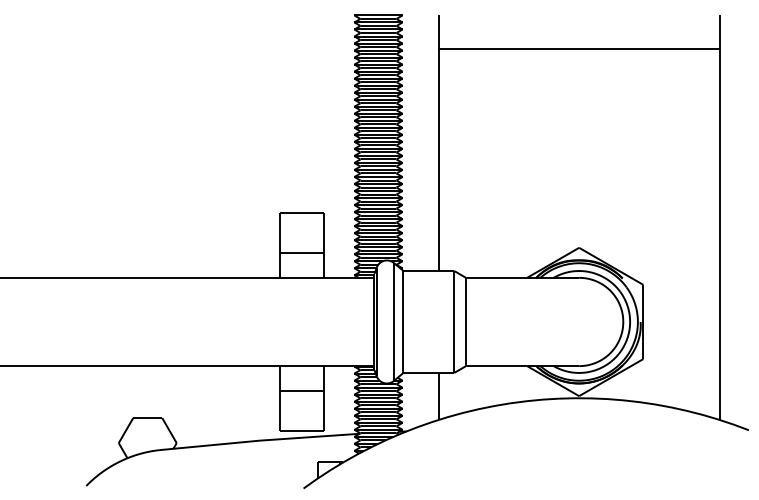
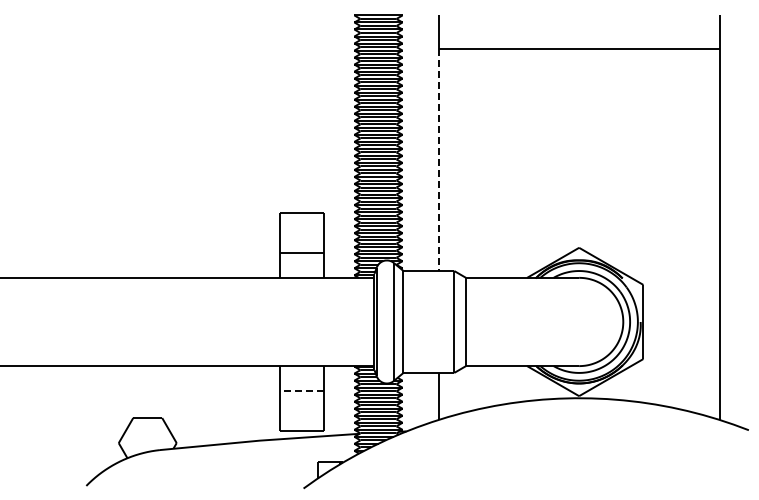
line at (438, 160): solid -> dashed
line at (301, 390): solid -> dashed
